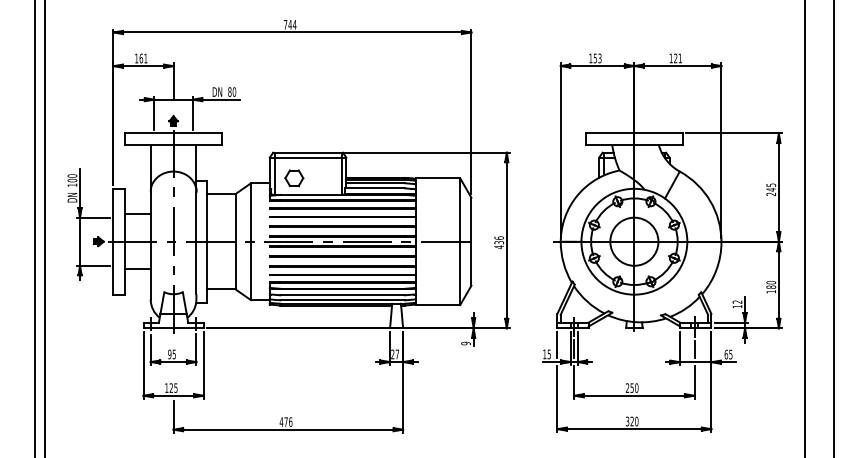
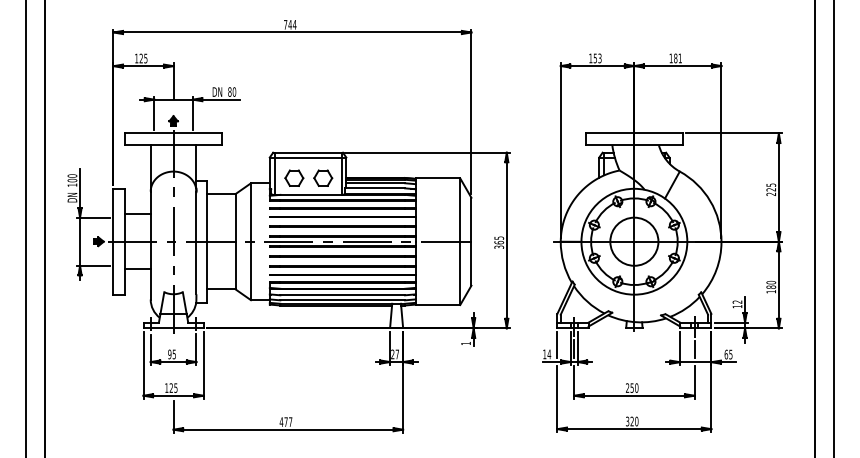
text at (143, 58): 161 -> 125
text at (675, 58): 121 -> 181
part at (323, 177): none -> present
text at (770, 189): 245 -> 225
line at (34, 228) position: (34, 228) -> (25, 228)
line at (804, 228) position: (804, 228) -> (814, 228)
text at (499, 242): 436 -> 365
text at (465, 343): 9 -> 1
text at (549, 354): 15 -> 14
text at (290, 421): 476 -> 477
